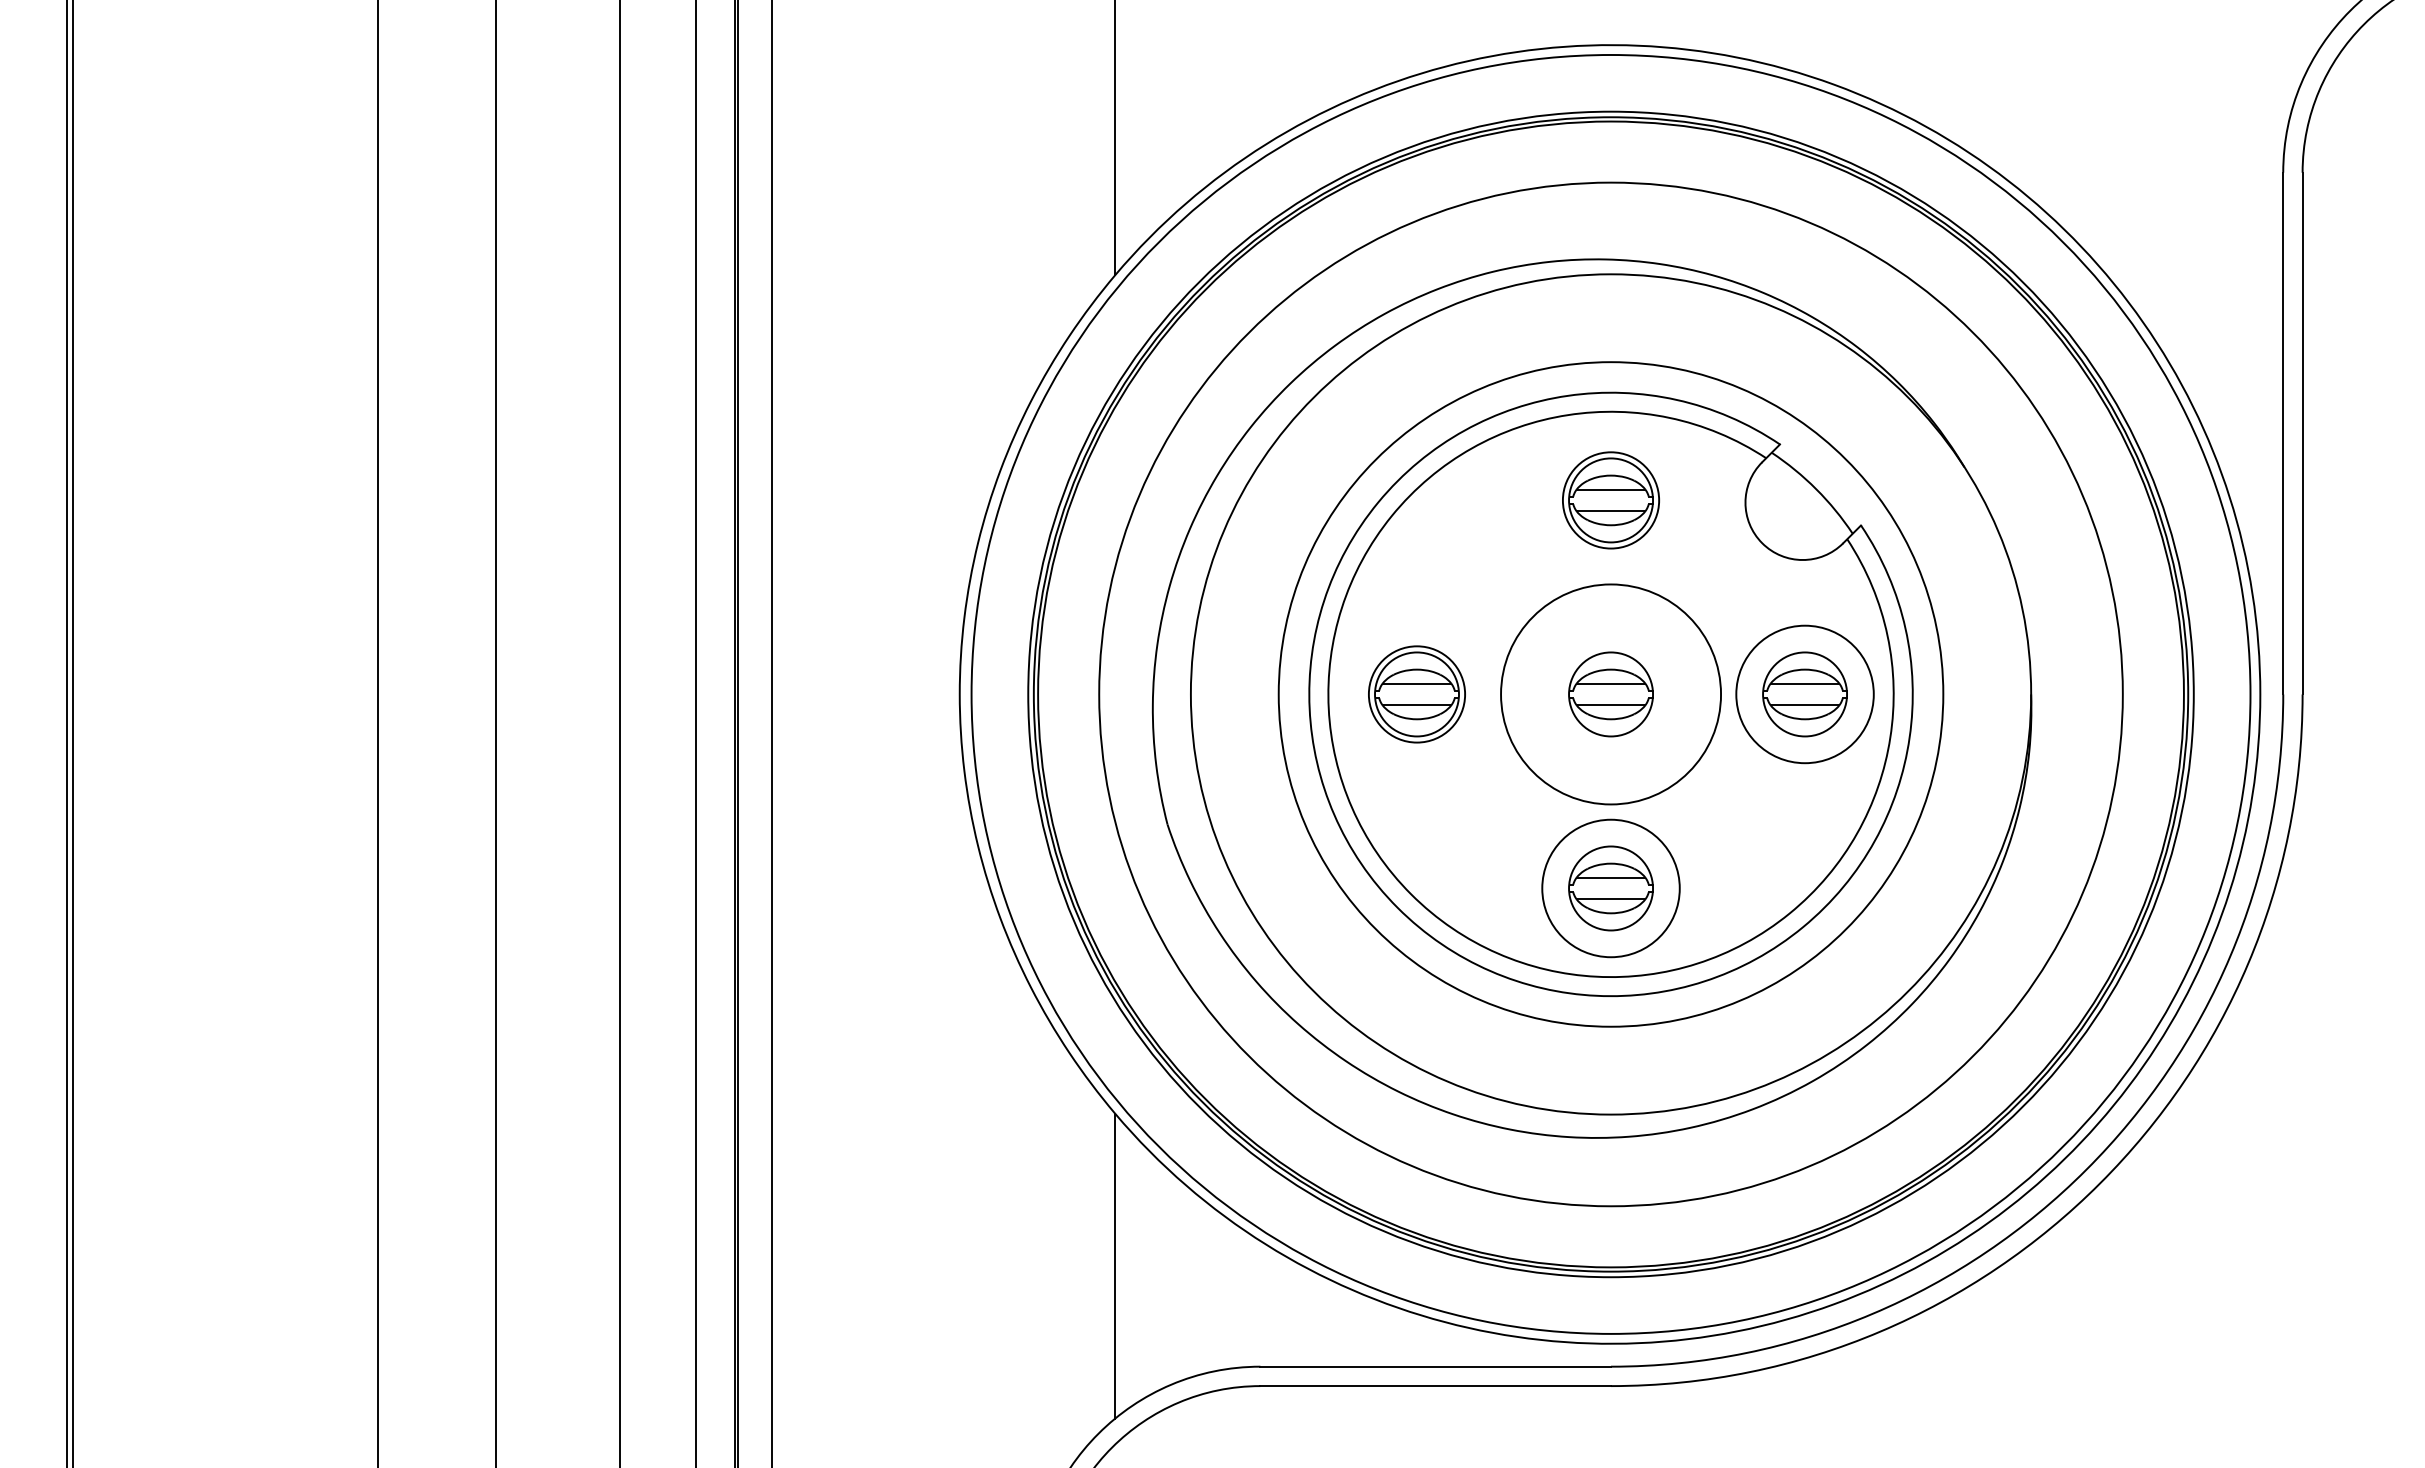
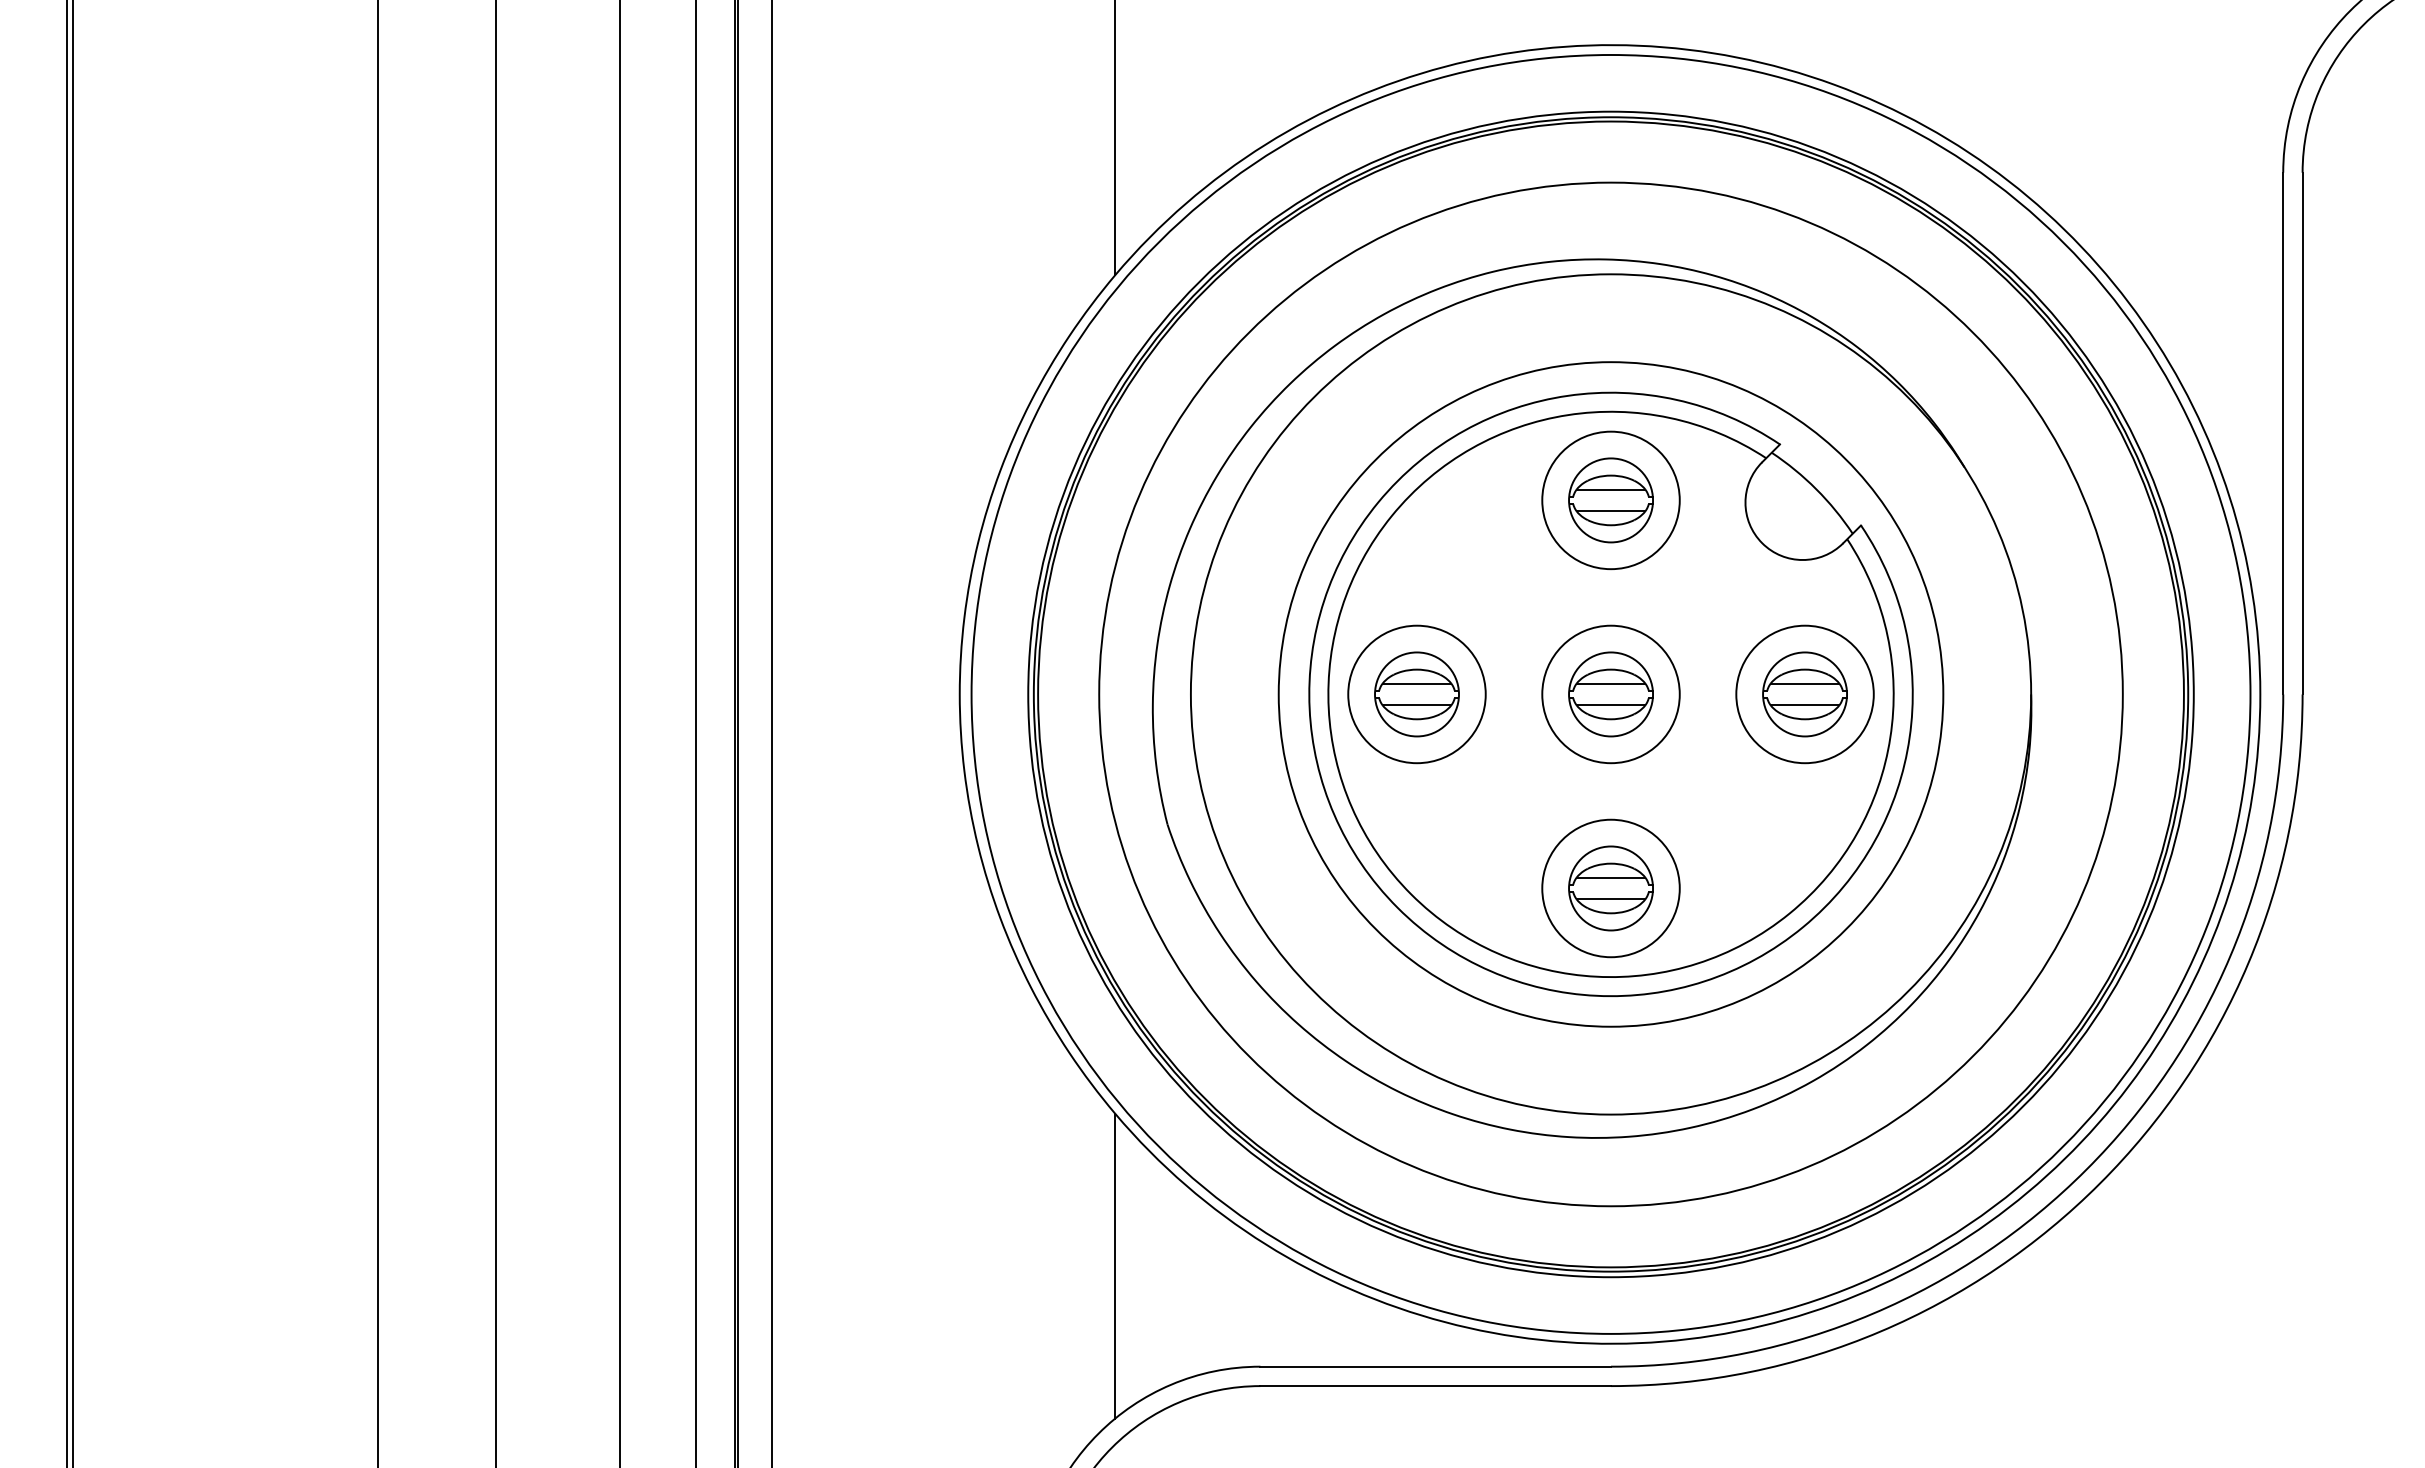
circle at (1610, 500) diameter: 96 px -> 137 px
circle at (1416, 694) diameter: 96 px -> 137 px
circle at (1611, 694) diameter: 220 px -> 137 px
